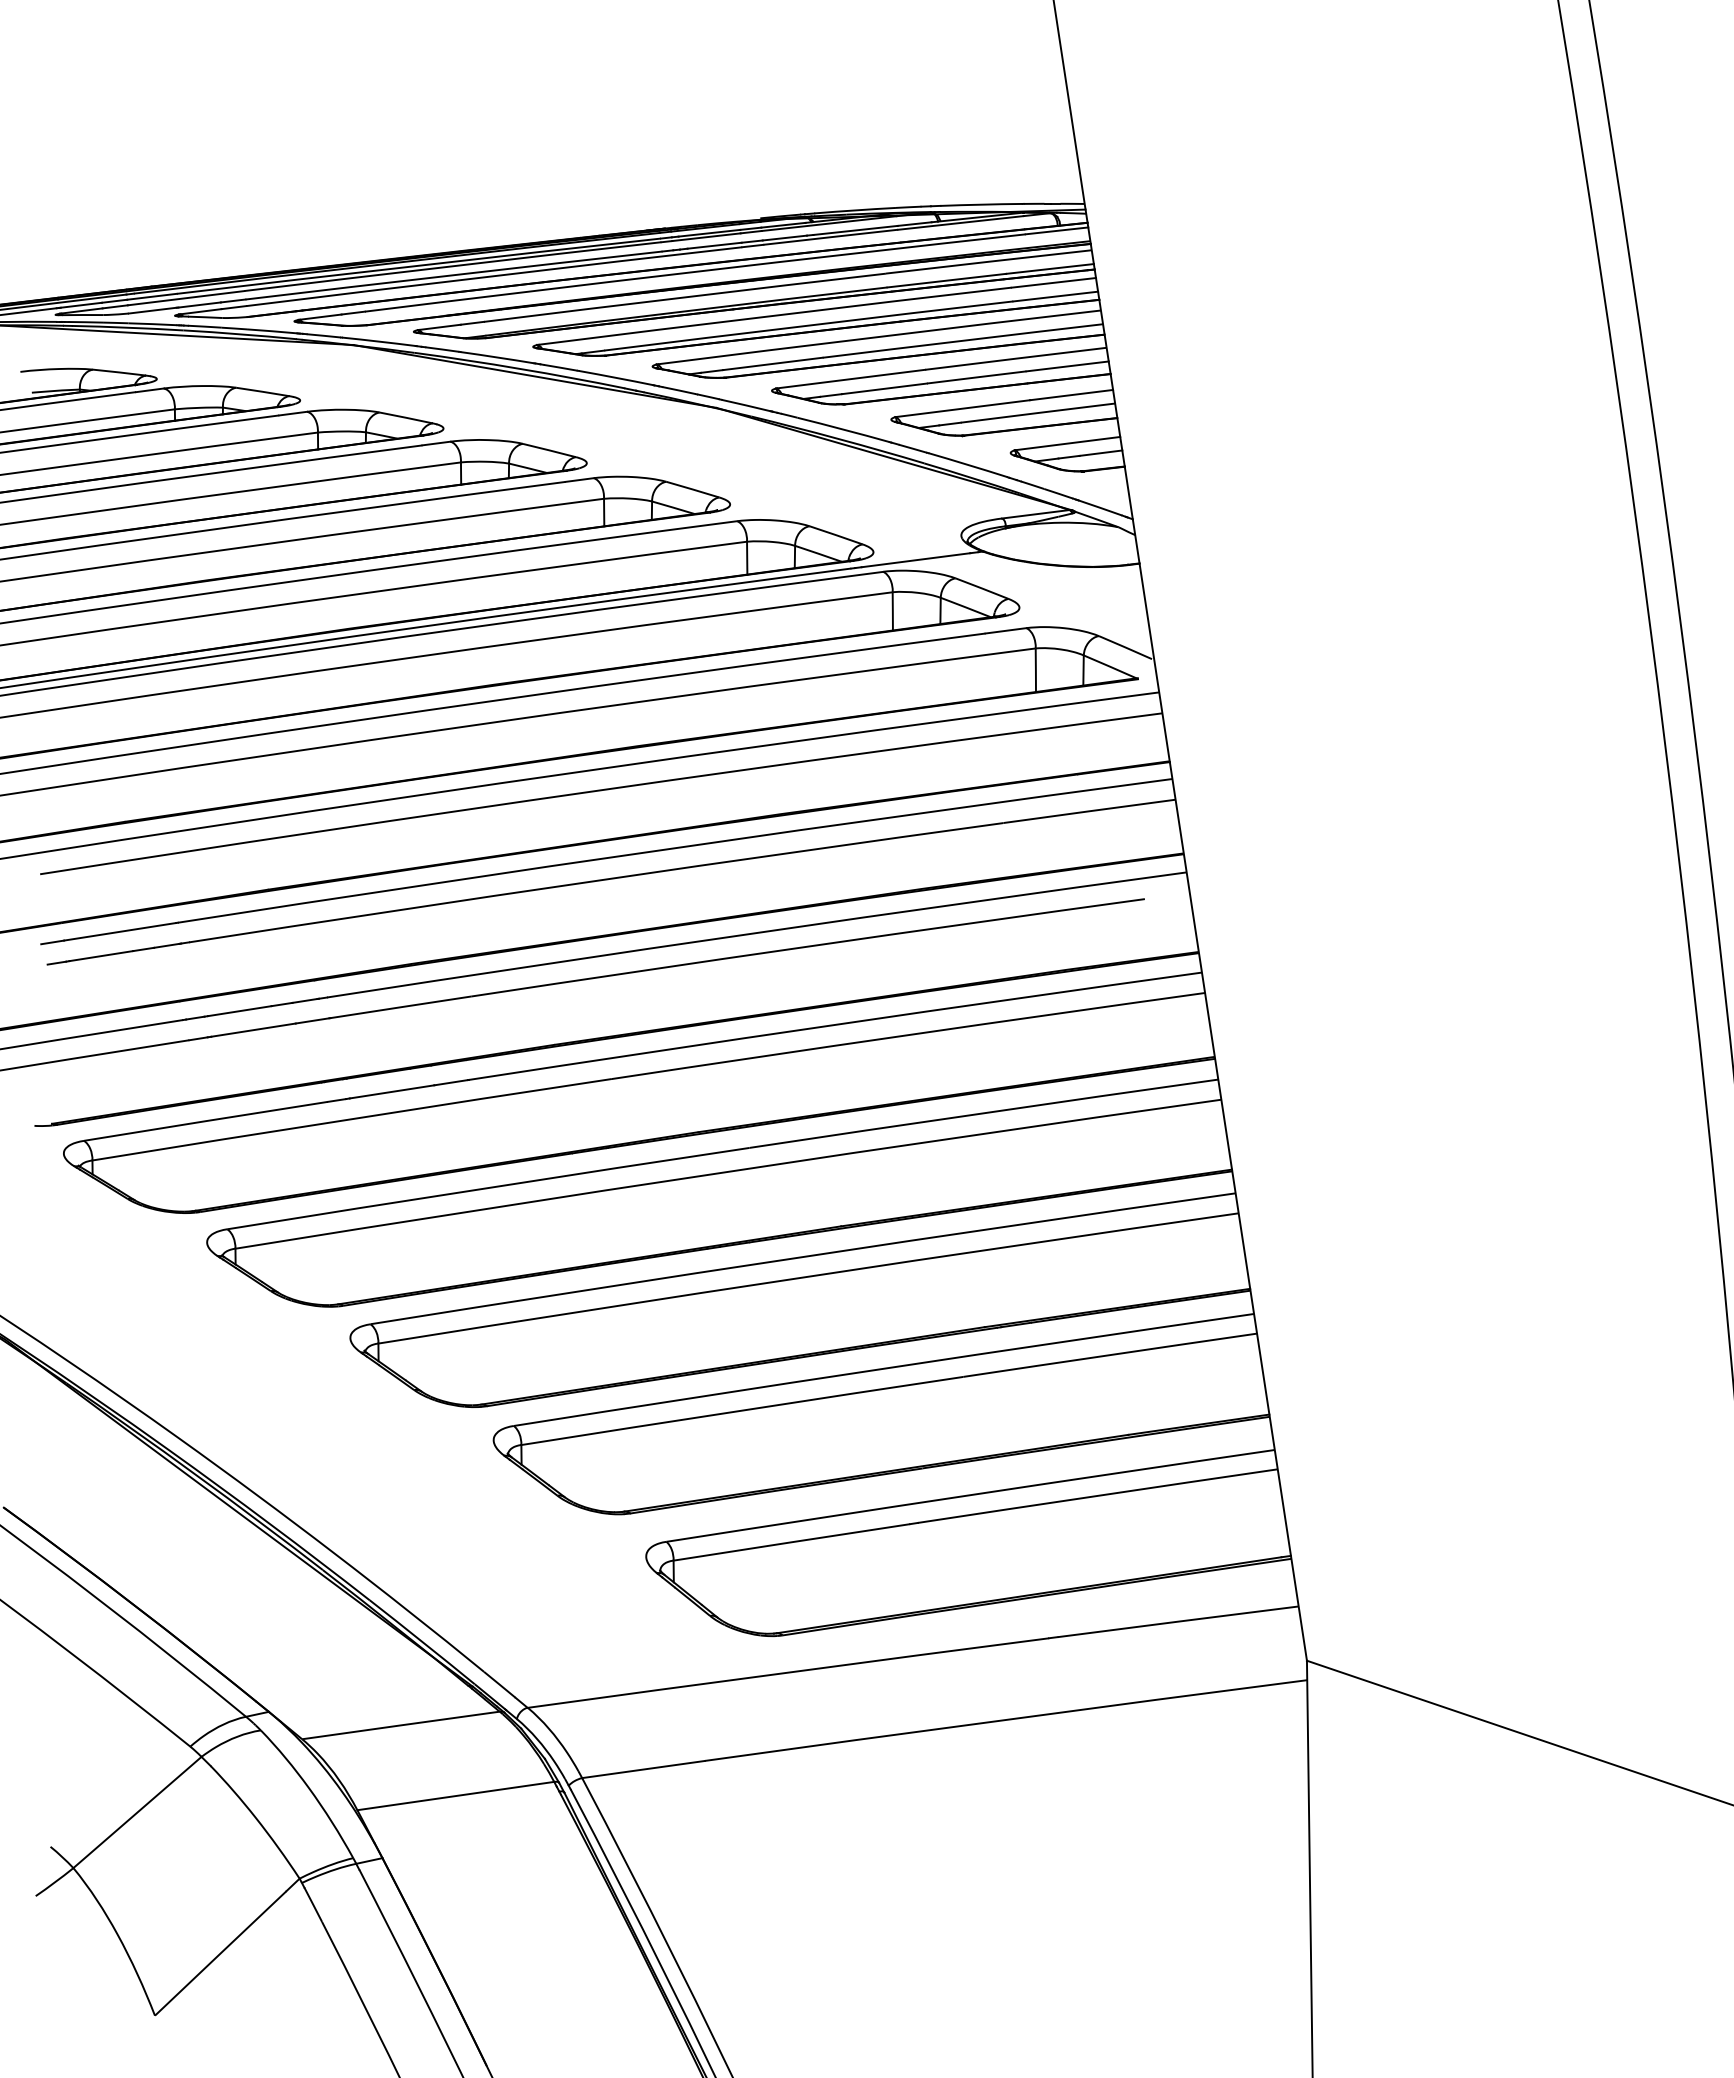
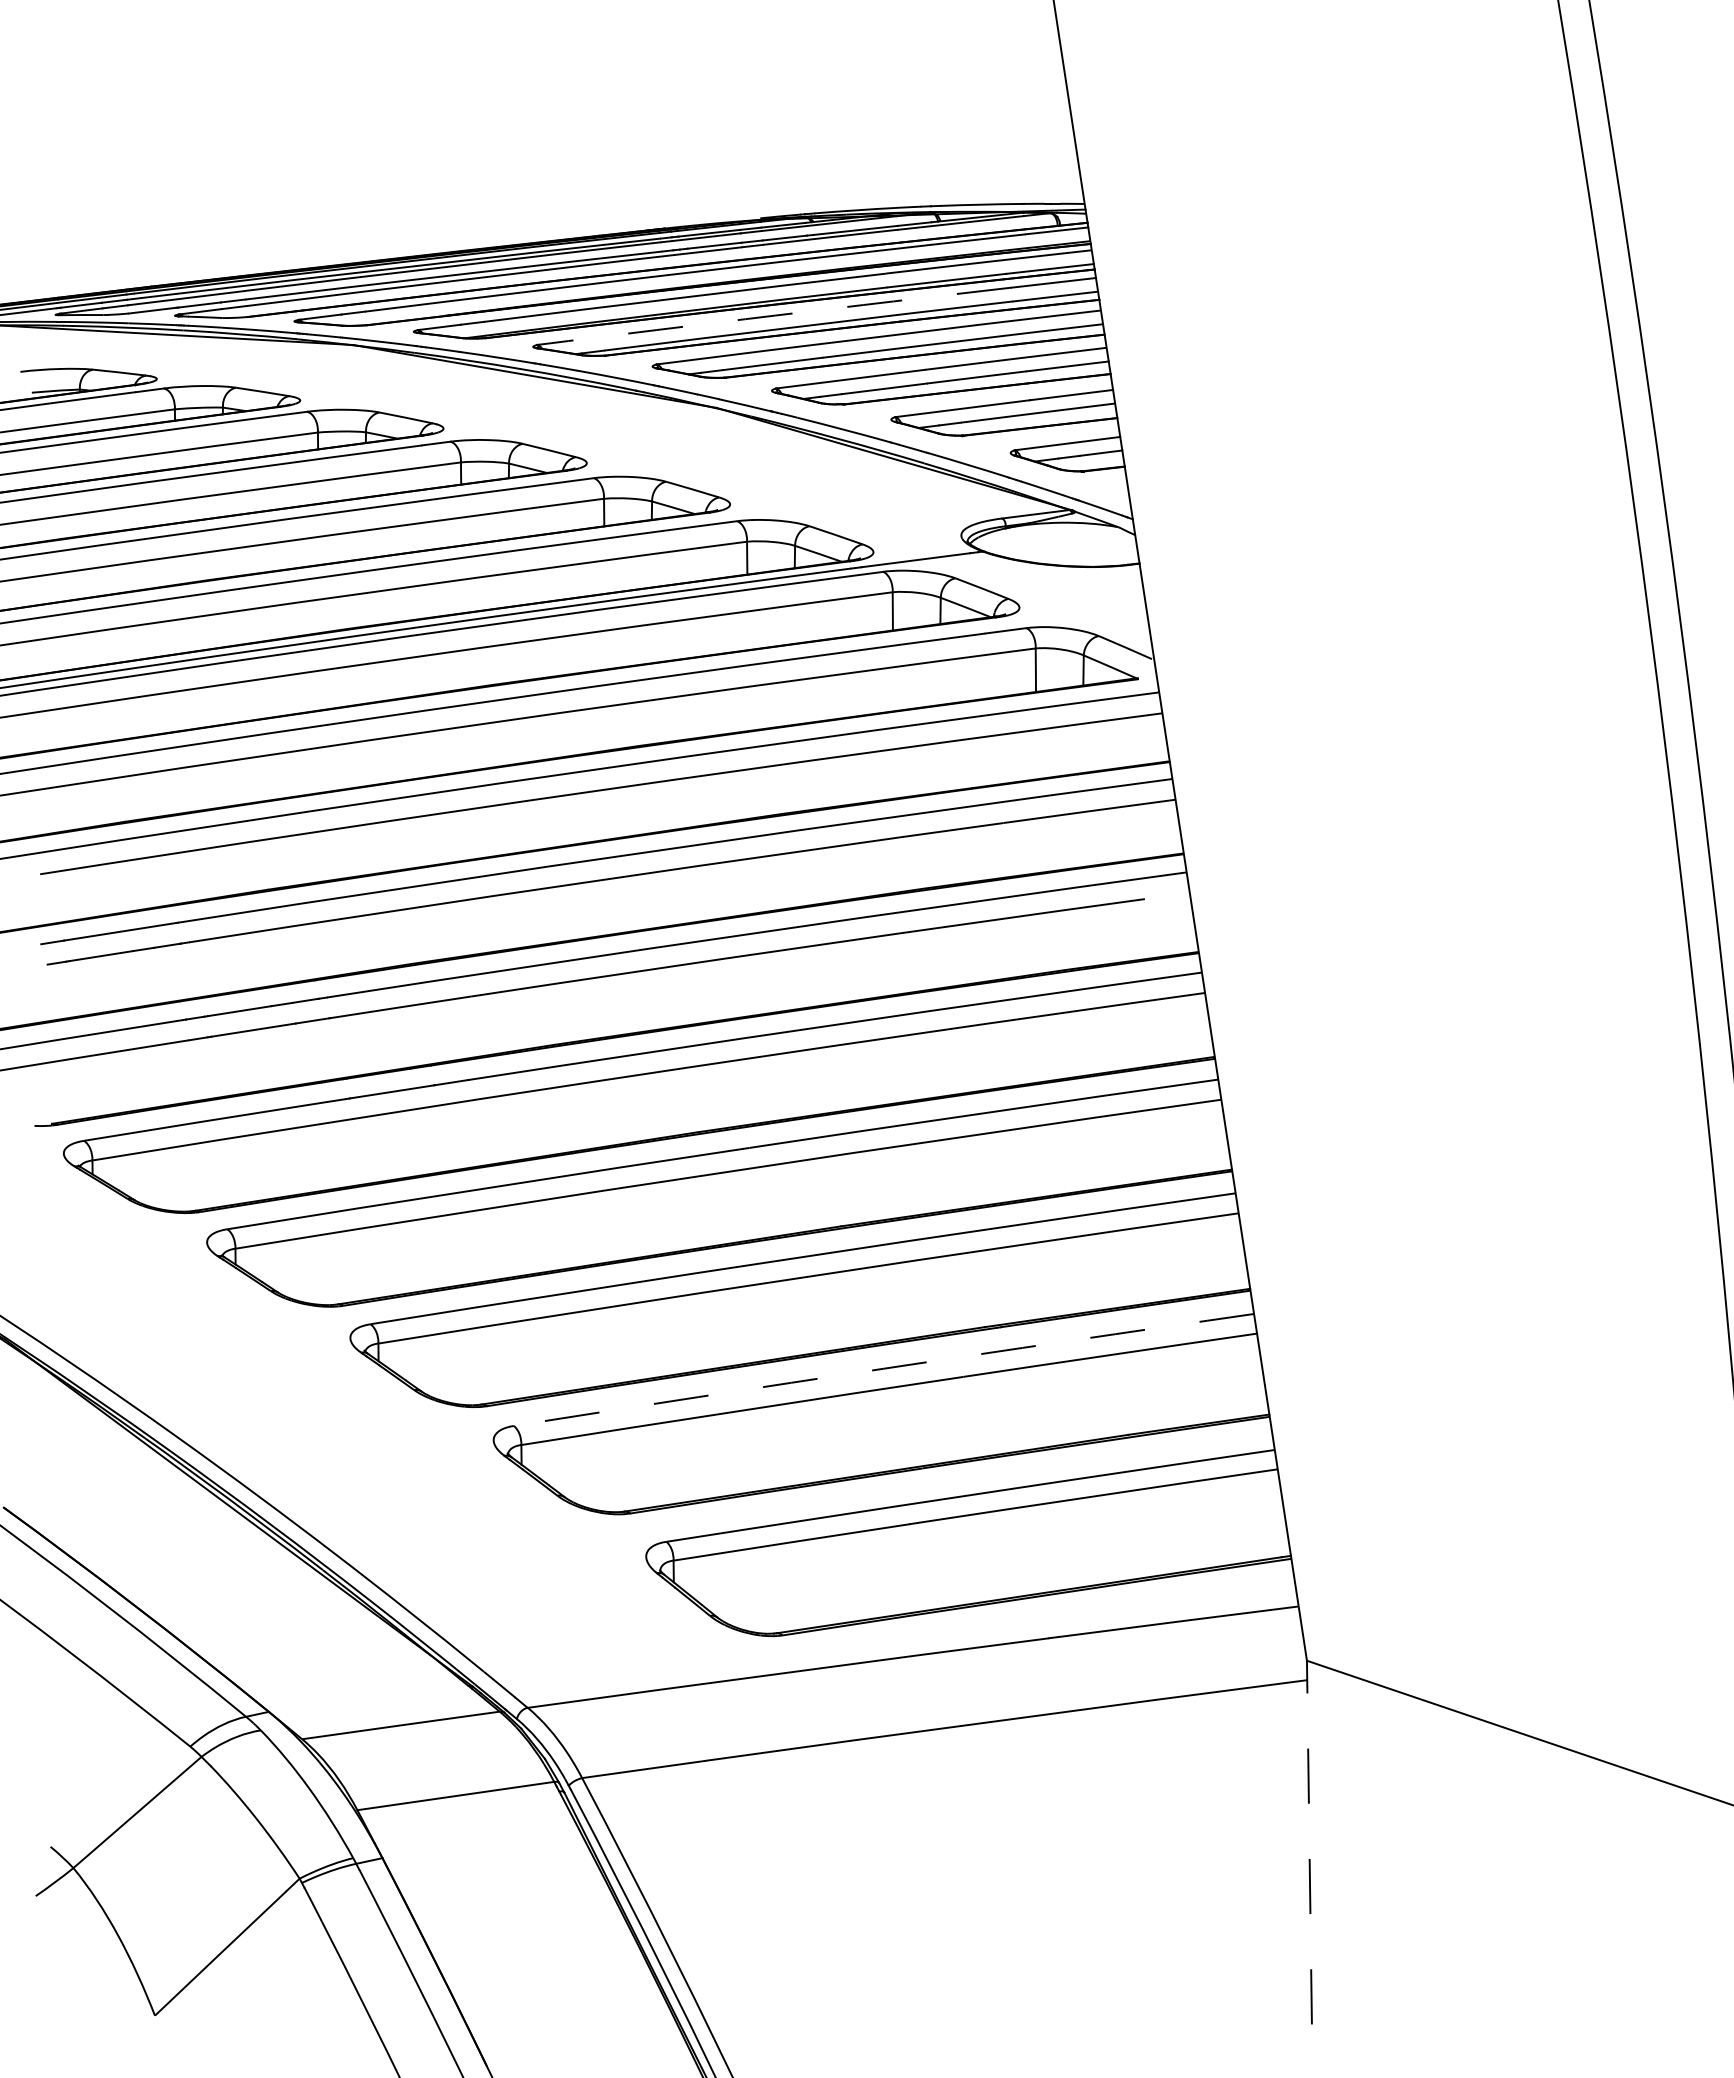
arc at (775, 315): solid -> dashed
arc at (883, 1368): solid -> dashed
line at (1309, 1868): solid -> dashed
